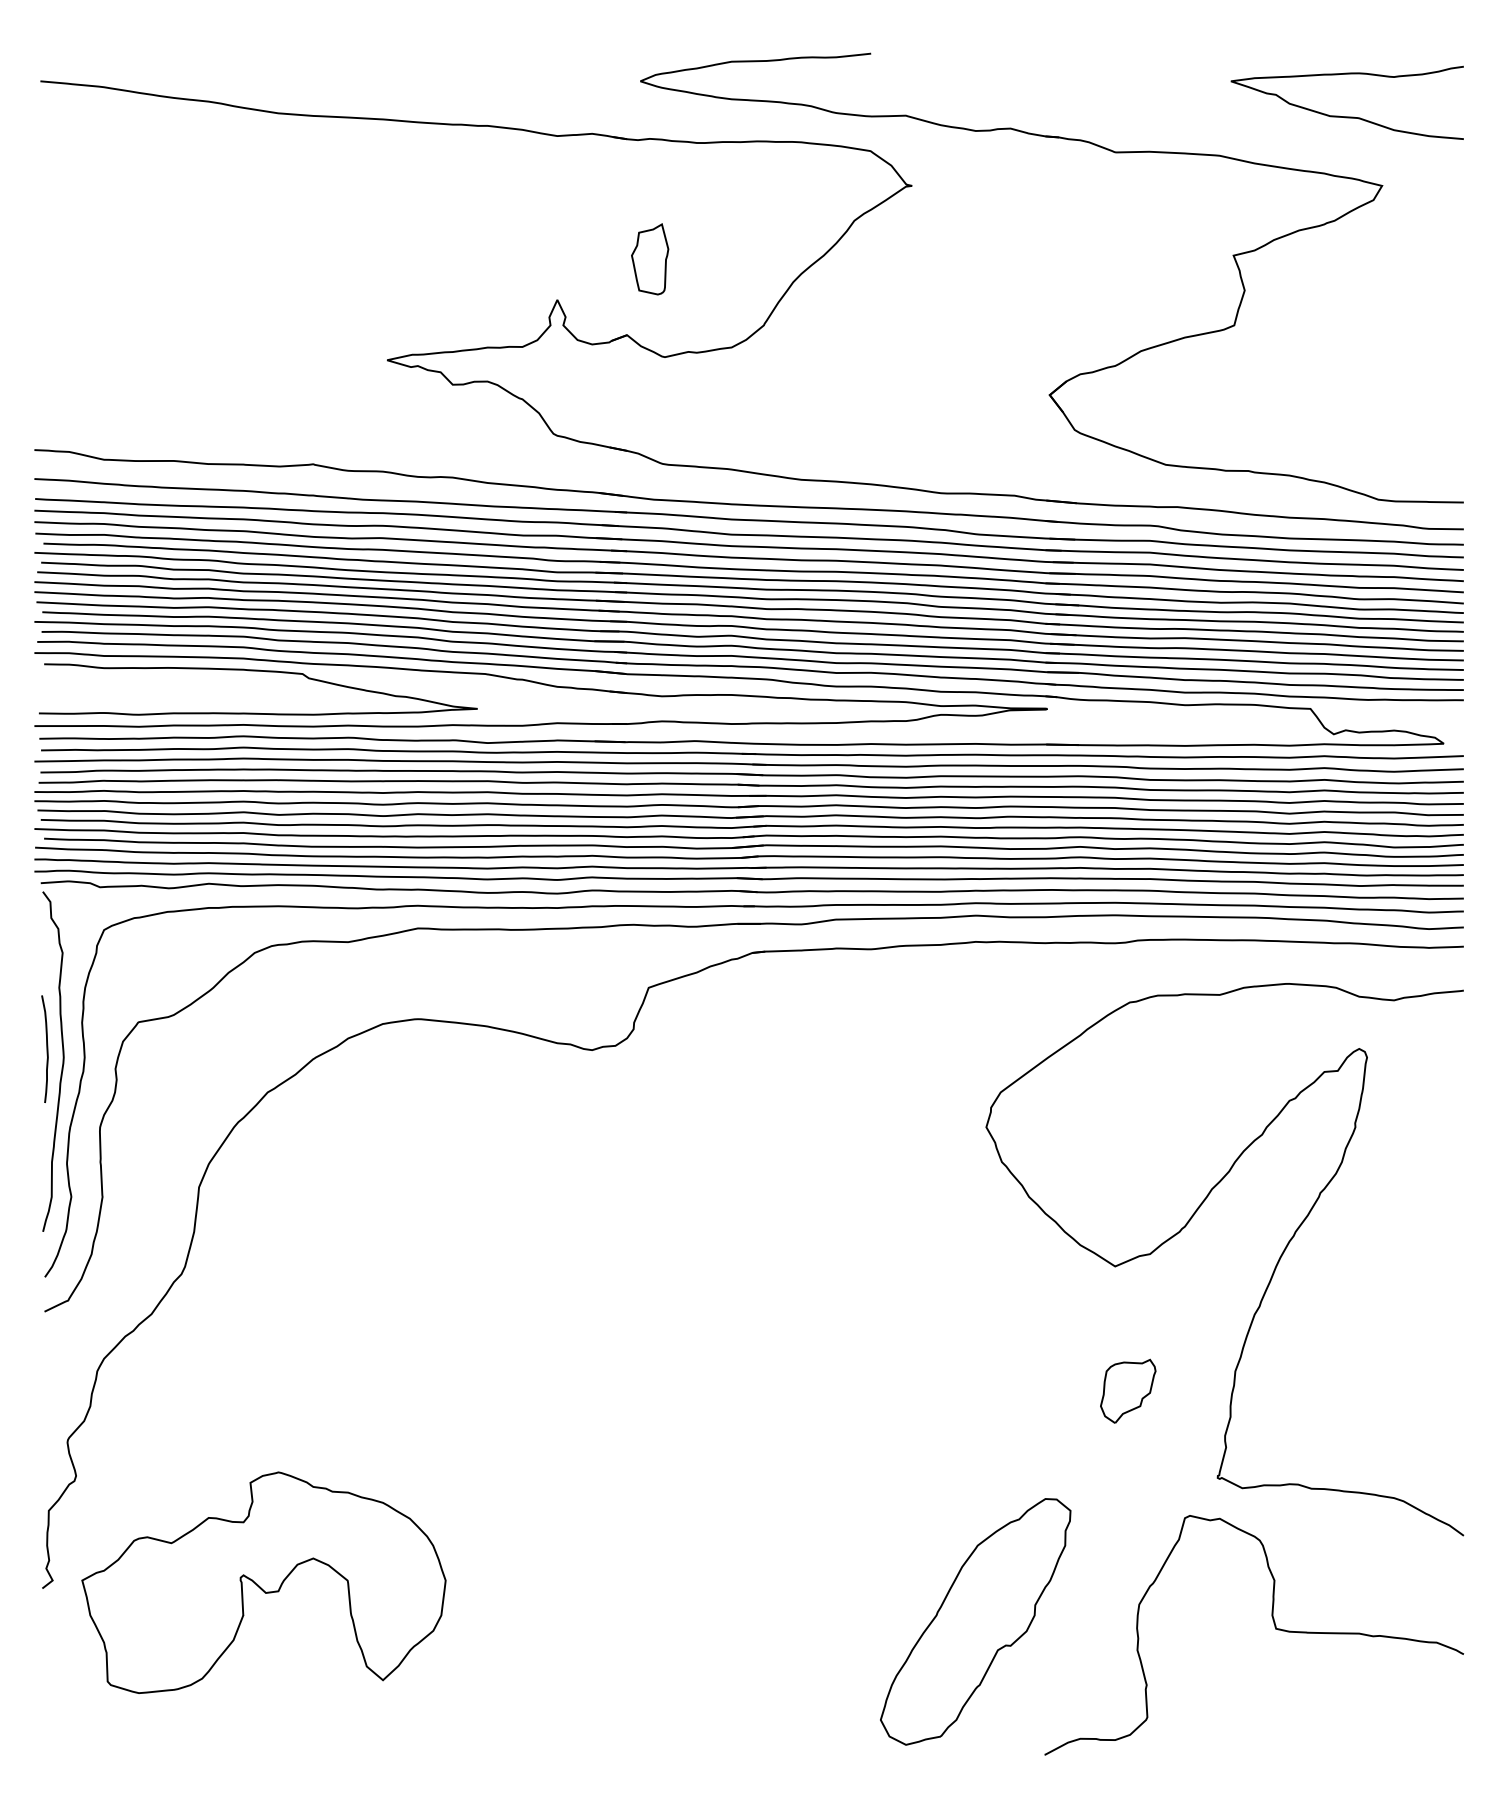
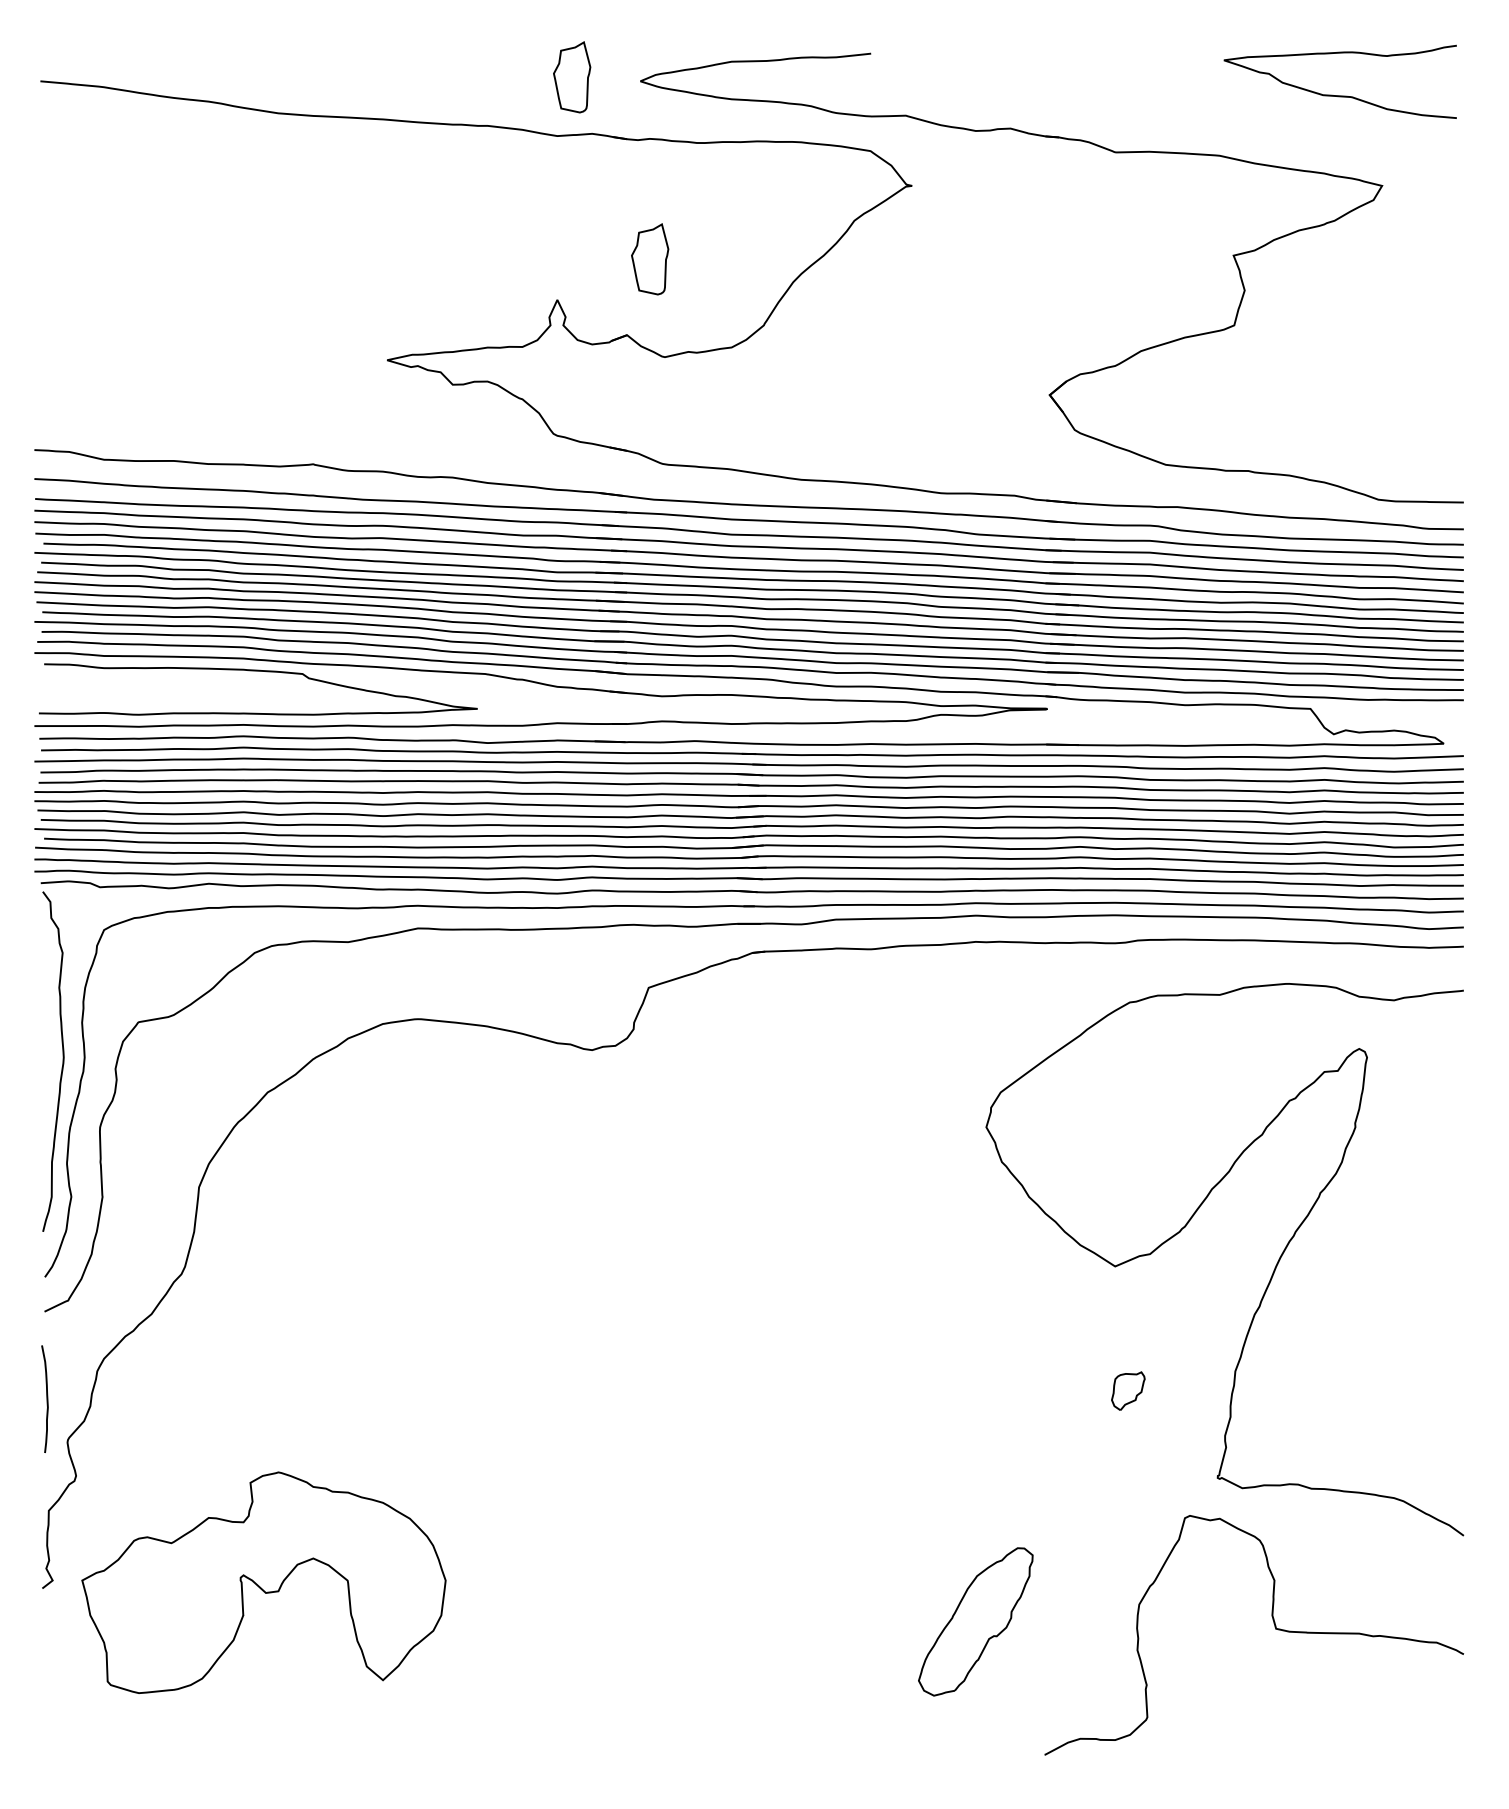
part at (572, 77): none -> present
curve at (1346, 116) position: (1346, 116) -> (1339, 95)
curve at (46, 1048) position: (46, 1048) -> (46, 1398)
part at (1128, 1390) size: 57x66 px -> 35x40 px
part at (975, 1621) size: 192x248 px -> 116x150 px
